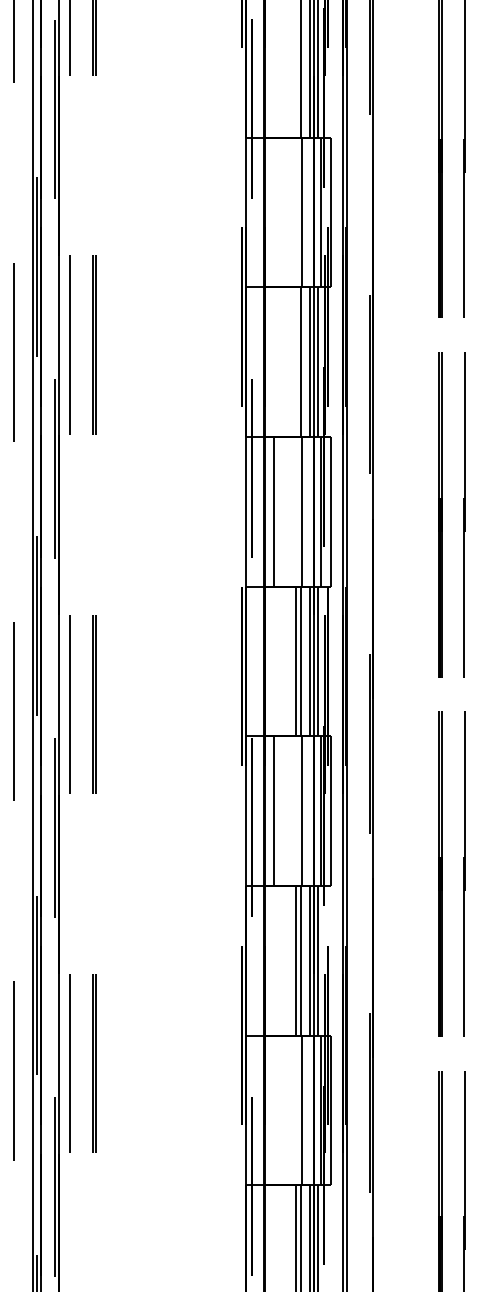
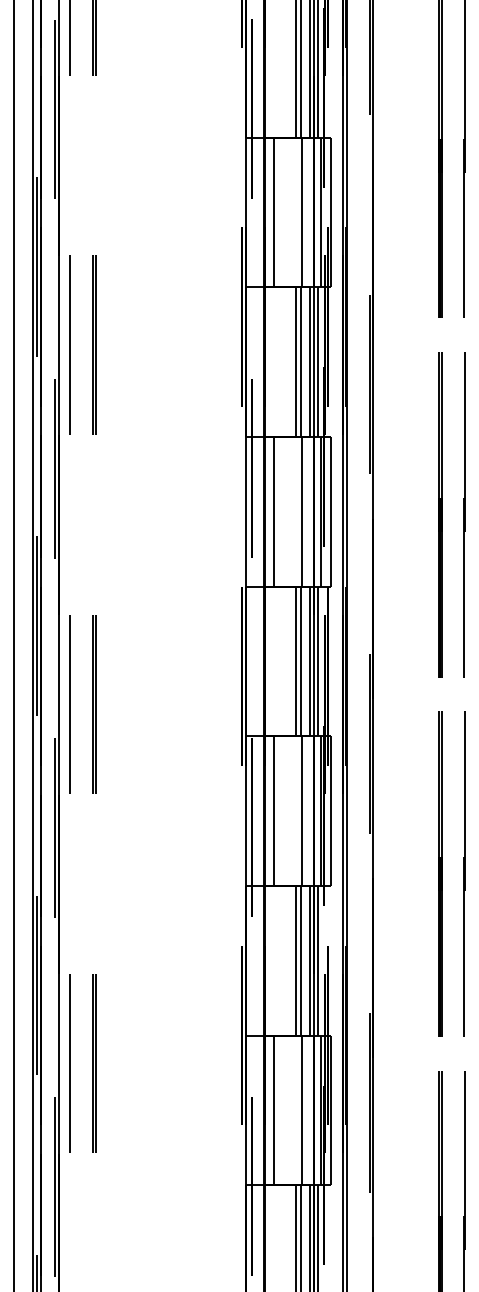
line at (296, 69): none -> present
line at (274, 212): none -> present
line at (296, 361): none -> present
line at (14, 646): dashed -> solid
line at (274, 1110): none -> present
